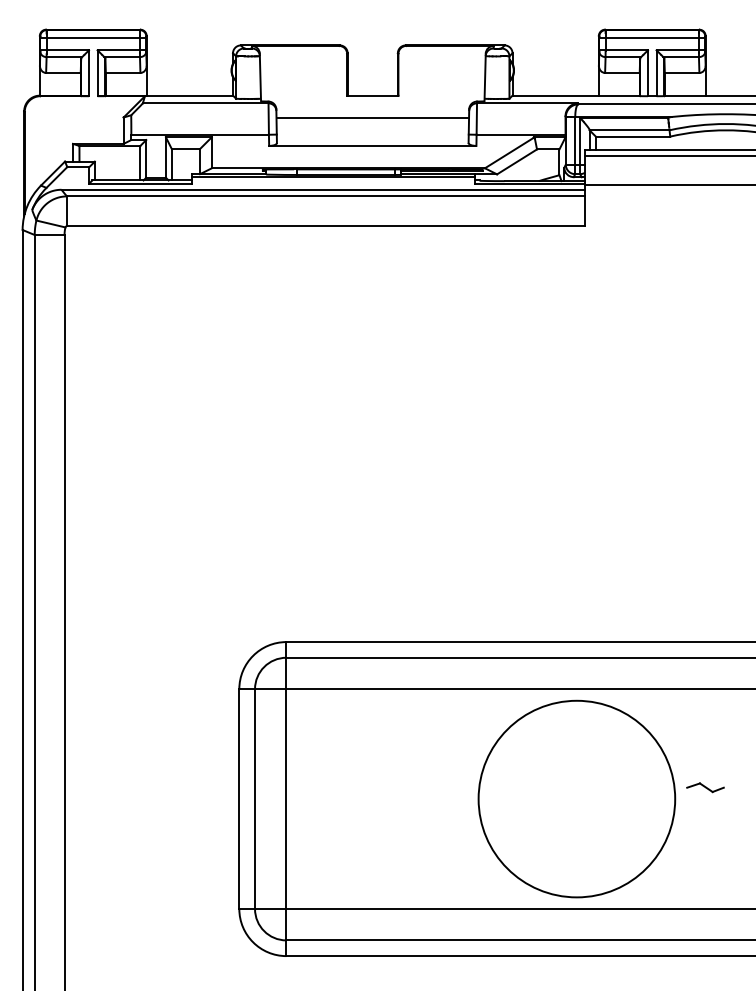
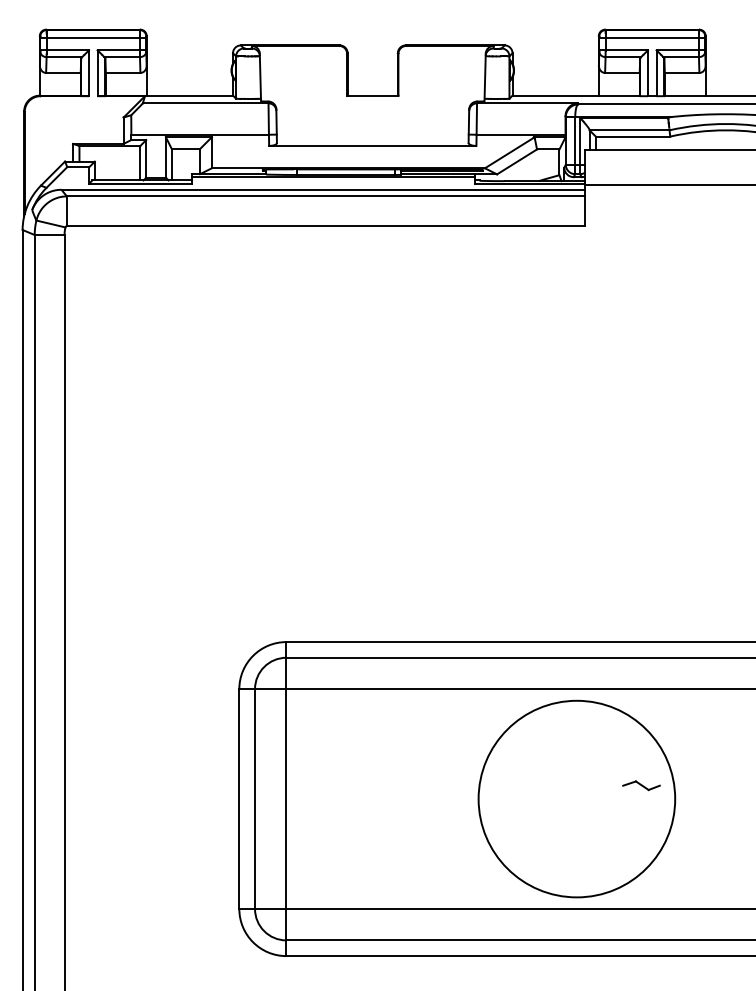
line at (372, 117): present -> none
line at (668, 155): present -> none
part at (705, 787) position: (705, 787) -> (641, 785)
